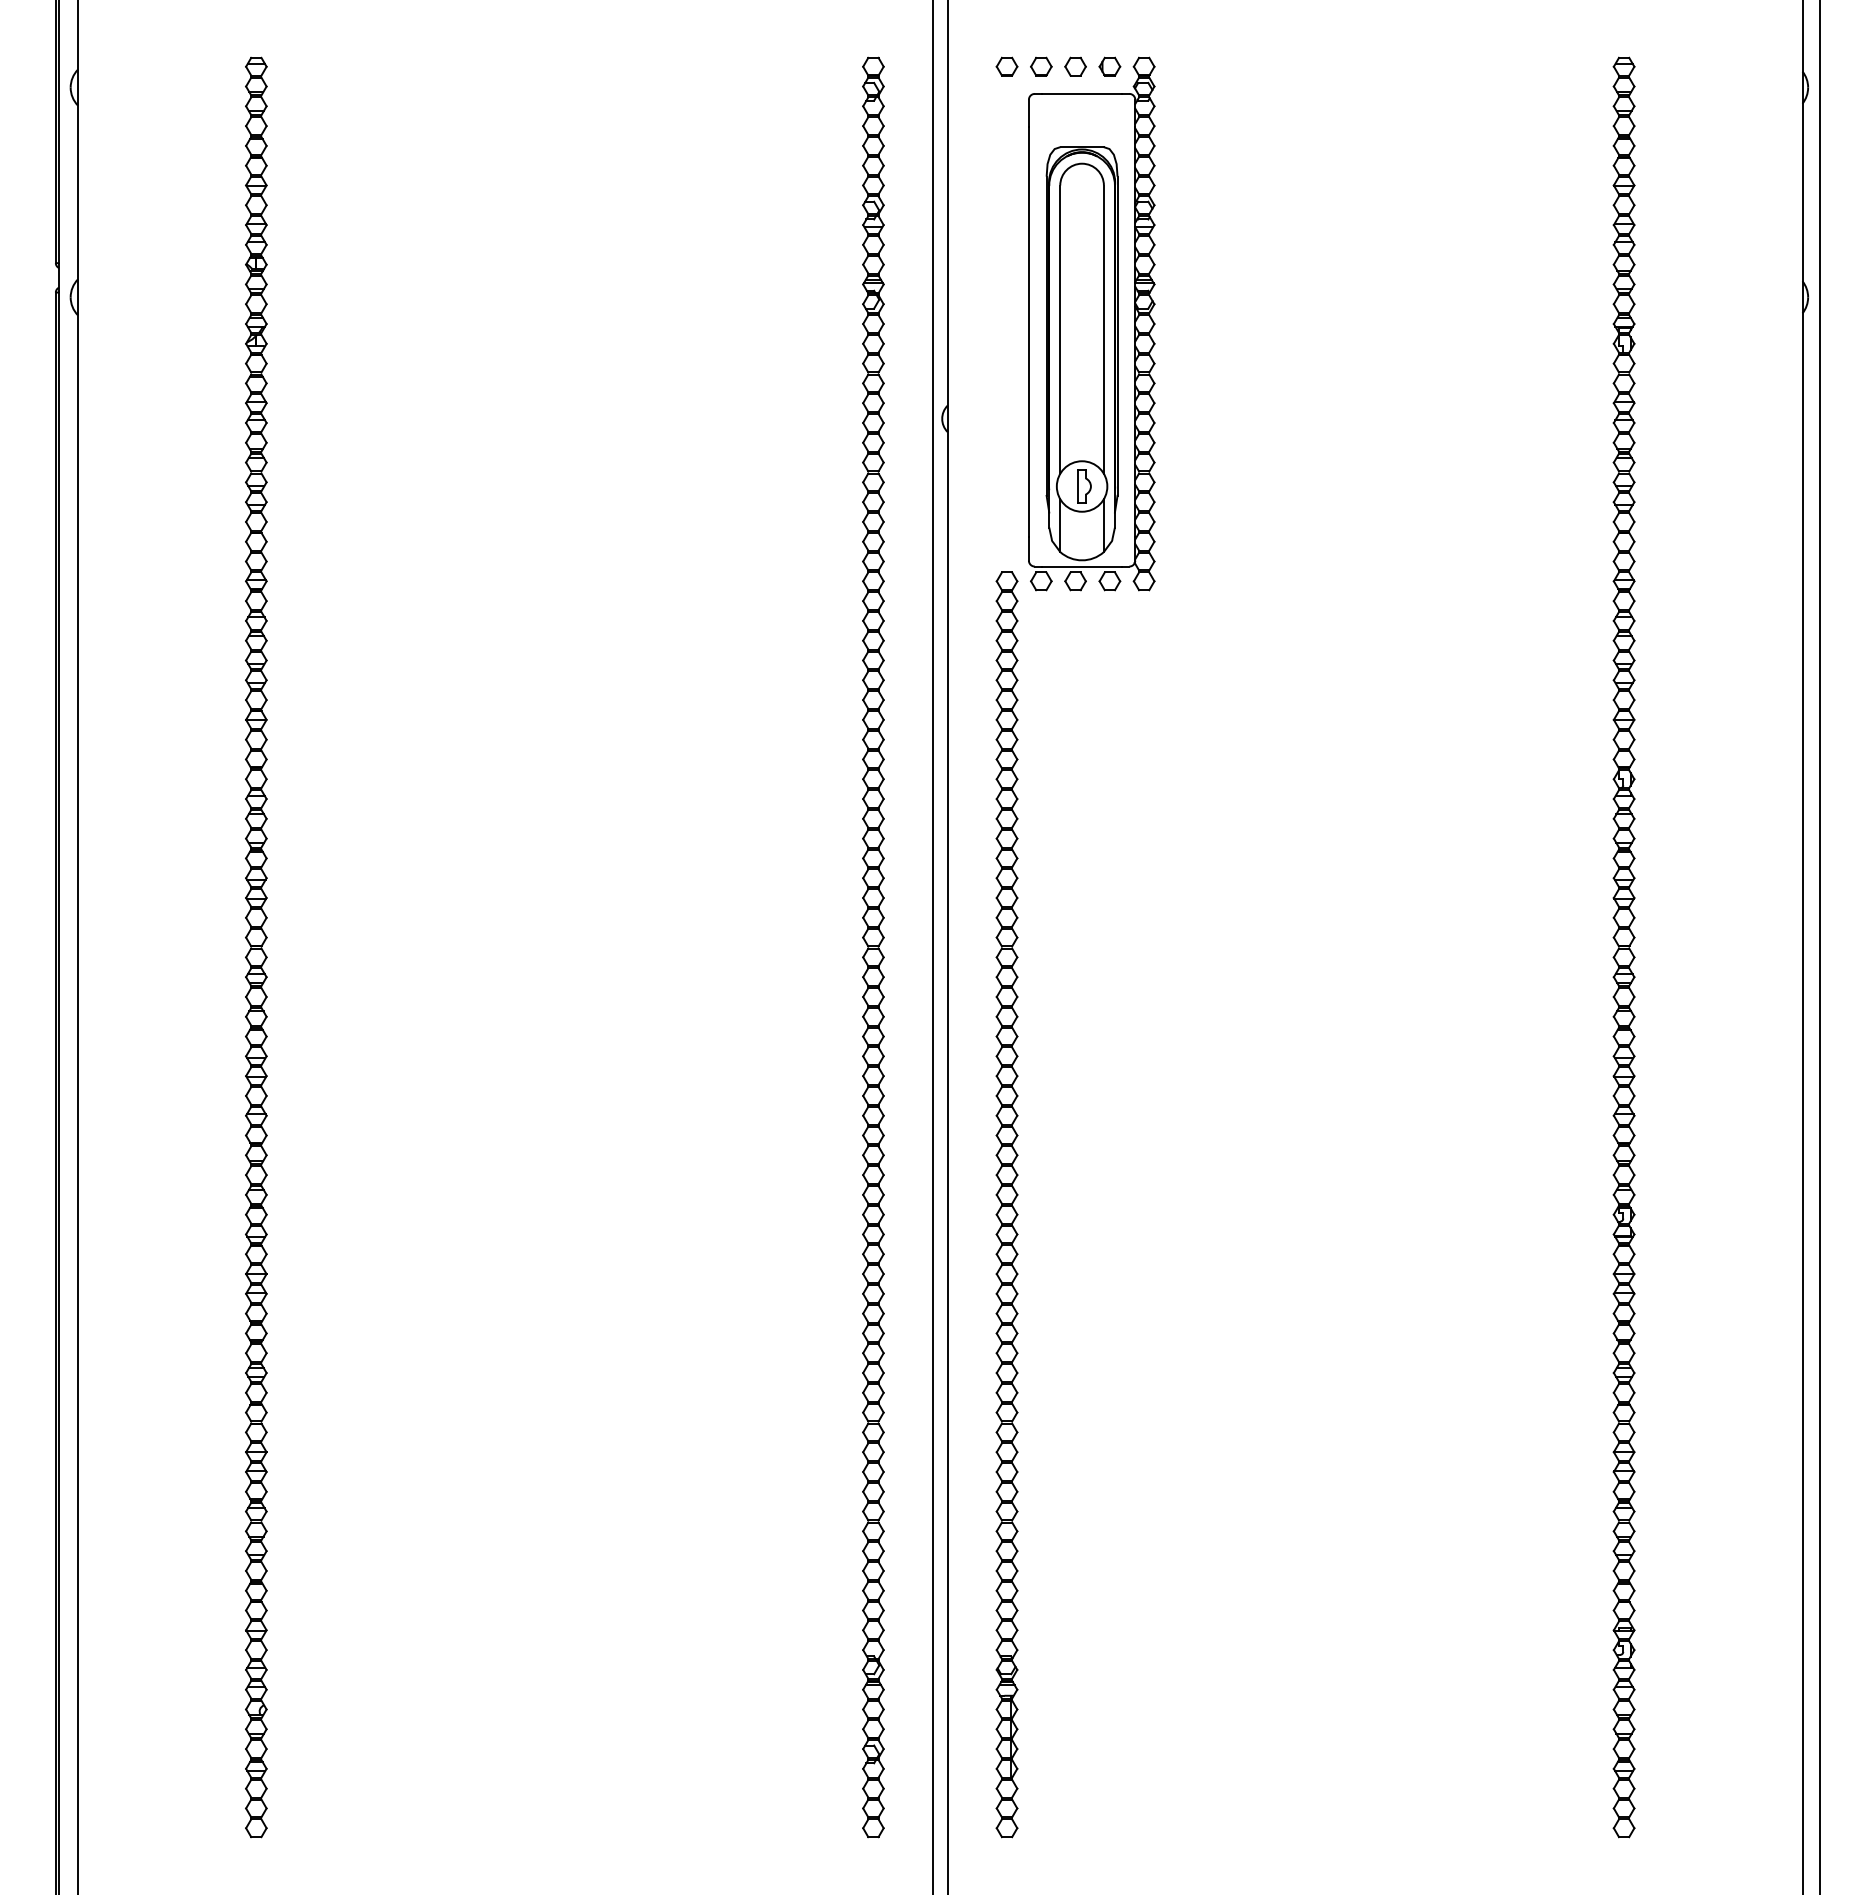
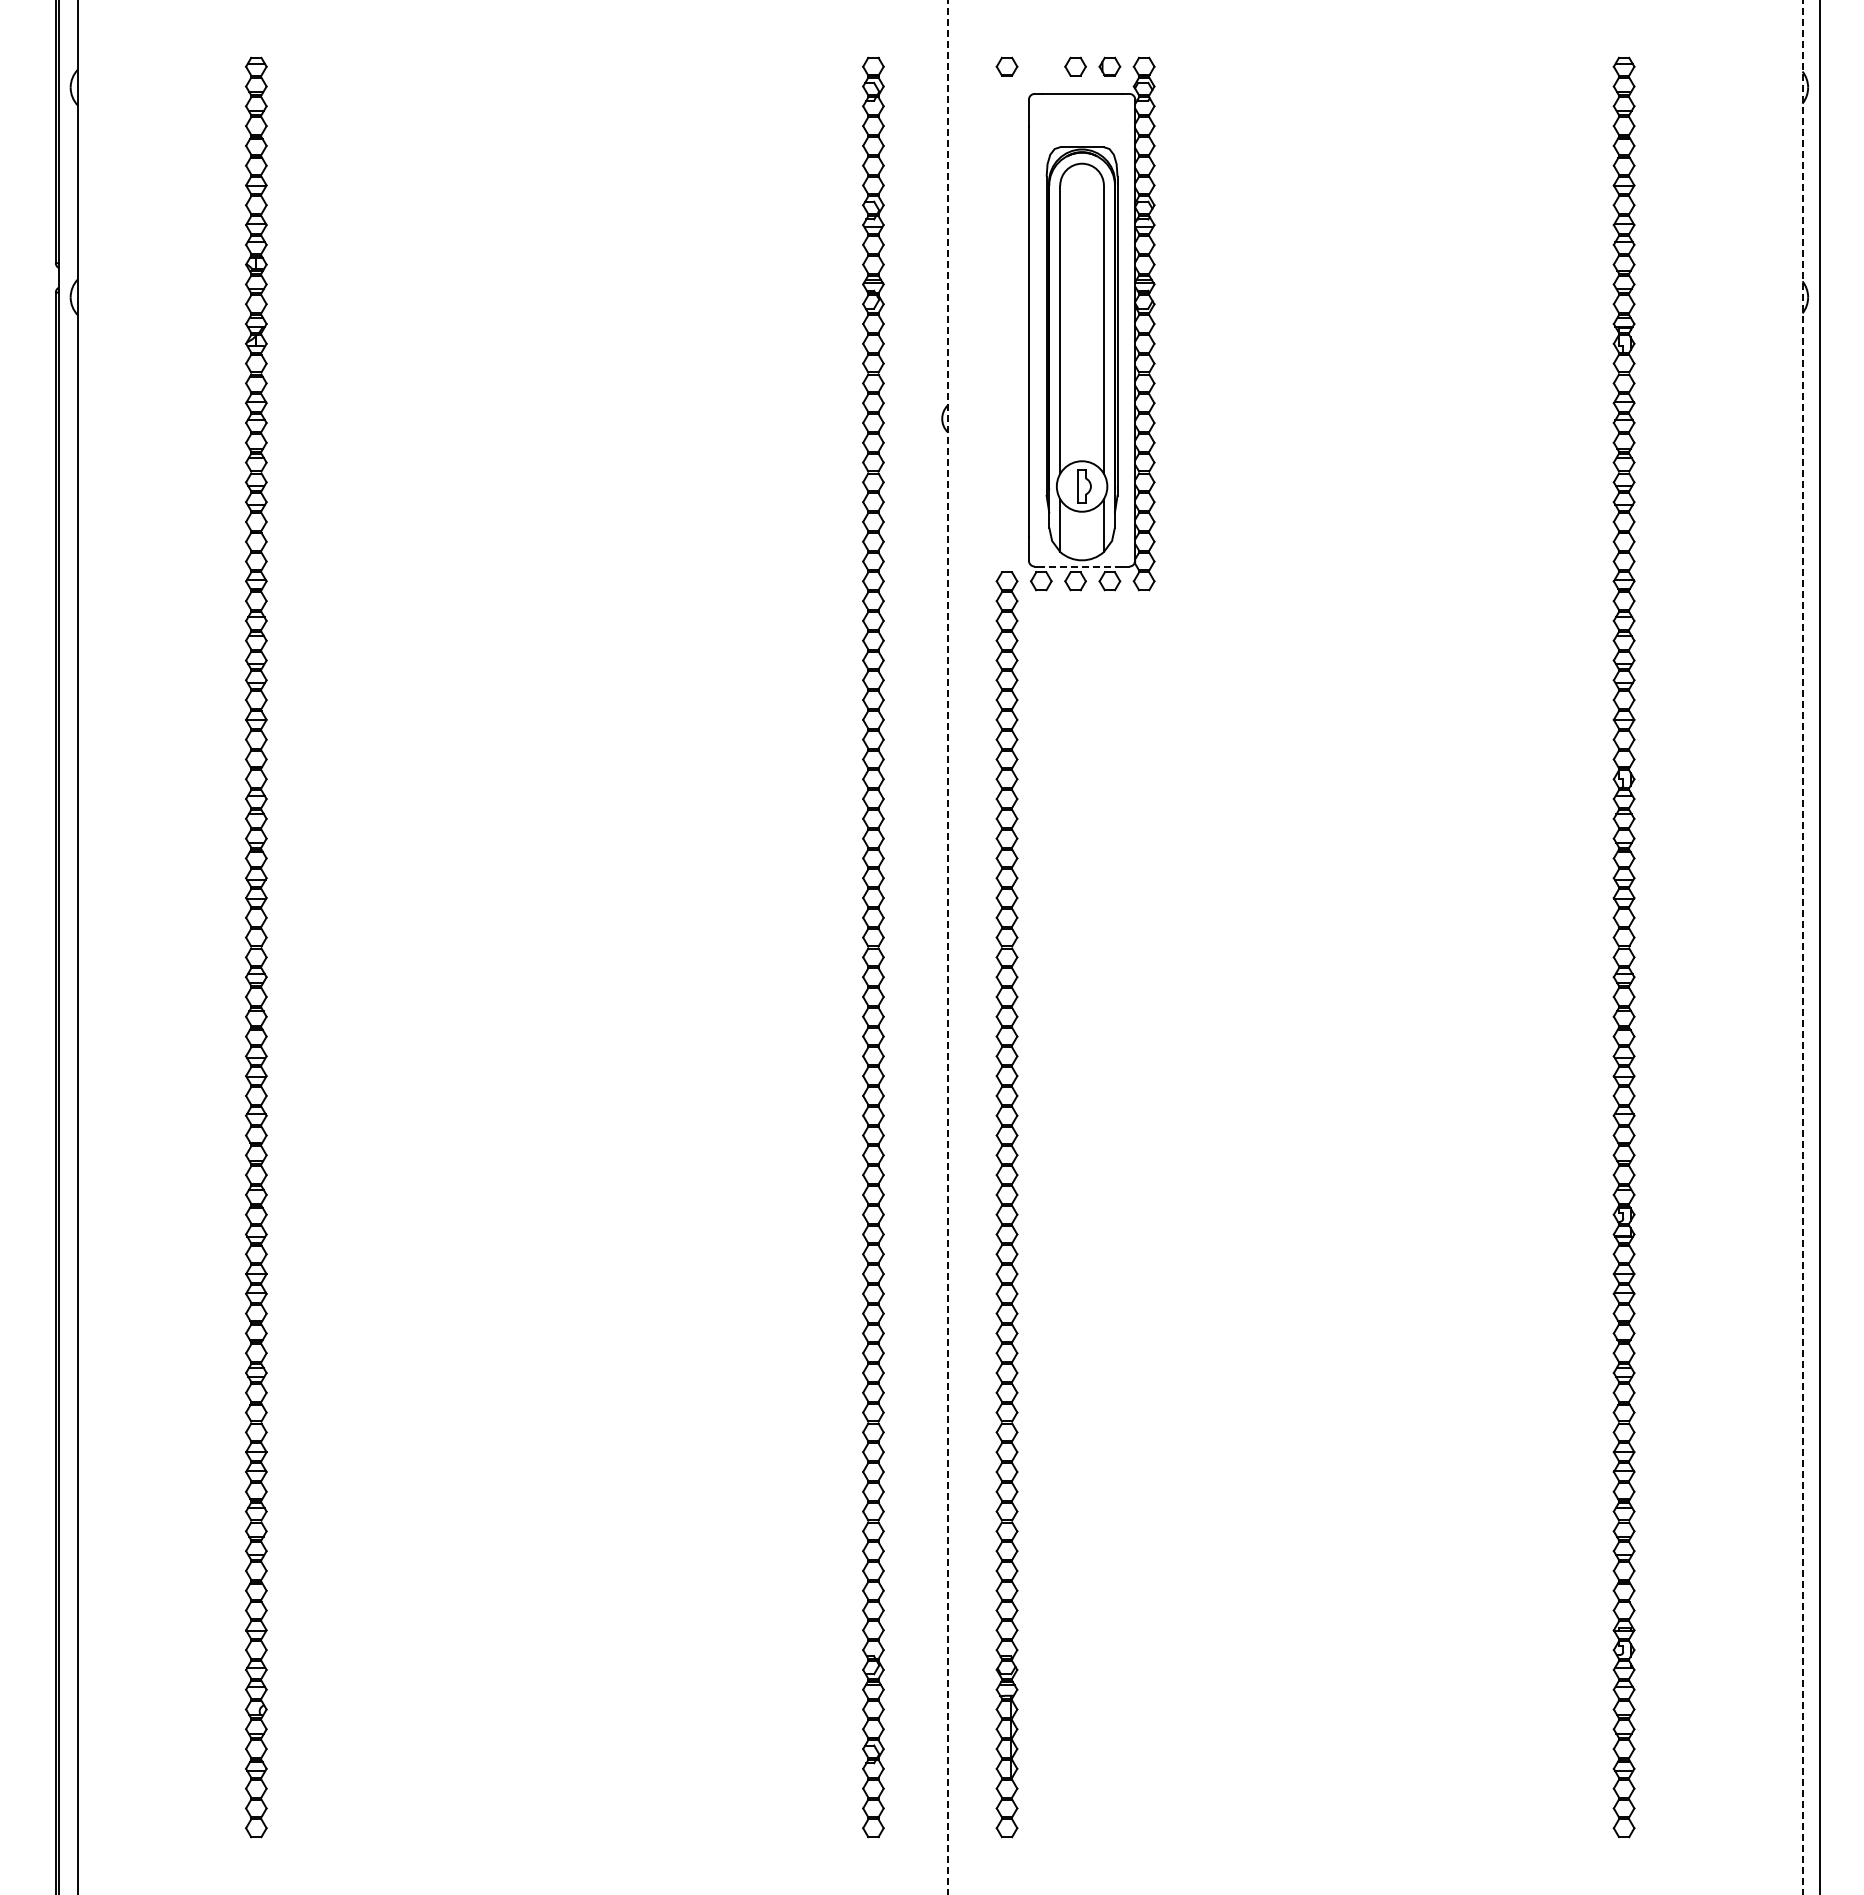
part at (1041, 66): present -> none
line at (1081, 566): solid -> dashed
line at (932, 946): present -> none
line at (947, 947): solid -> dashed
line at (1802, 947): solid -> dashed
